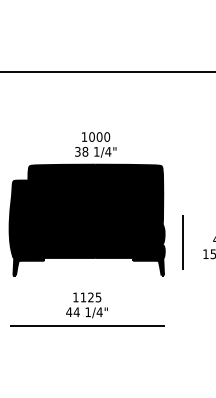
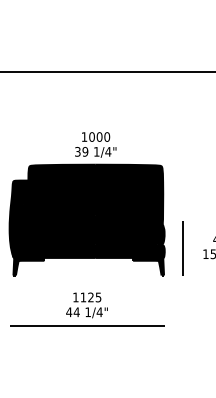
text at (85, 151): 38 -> 39
line at (182, 242) position: (182, 242) -> (182, 248)
